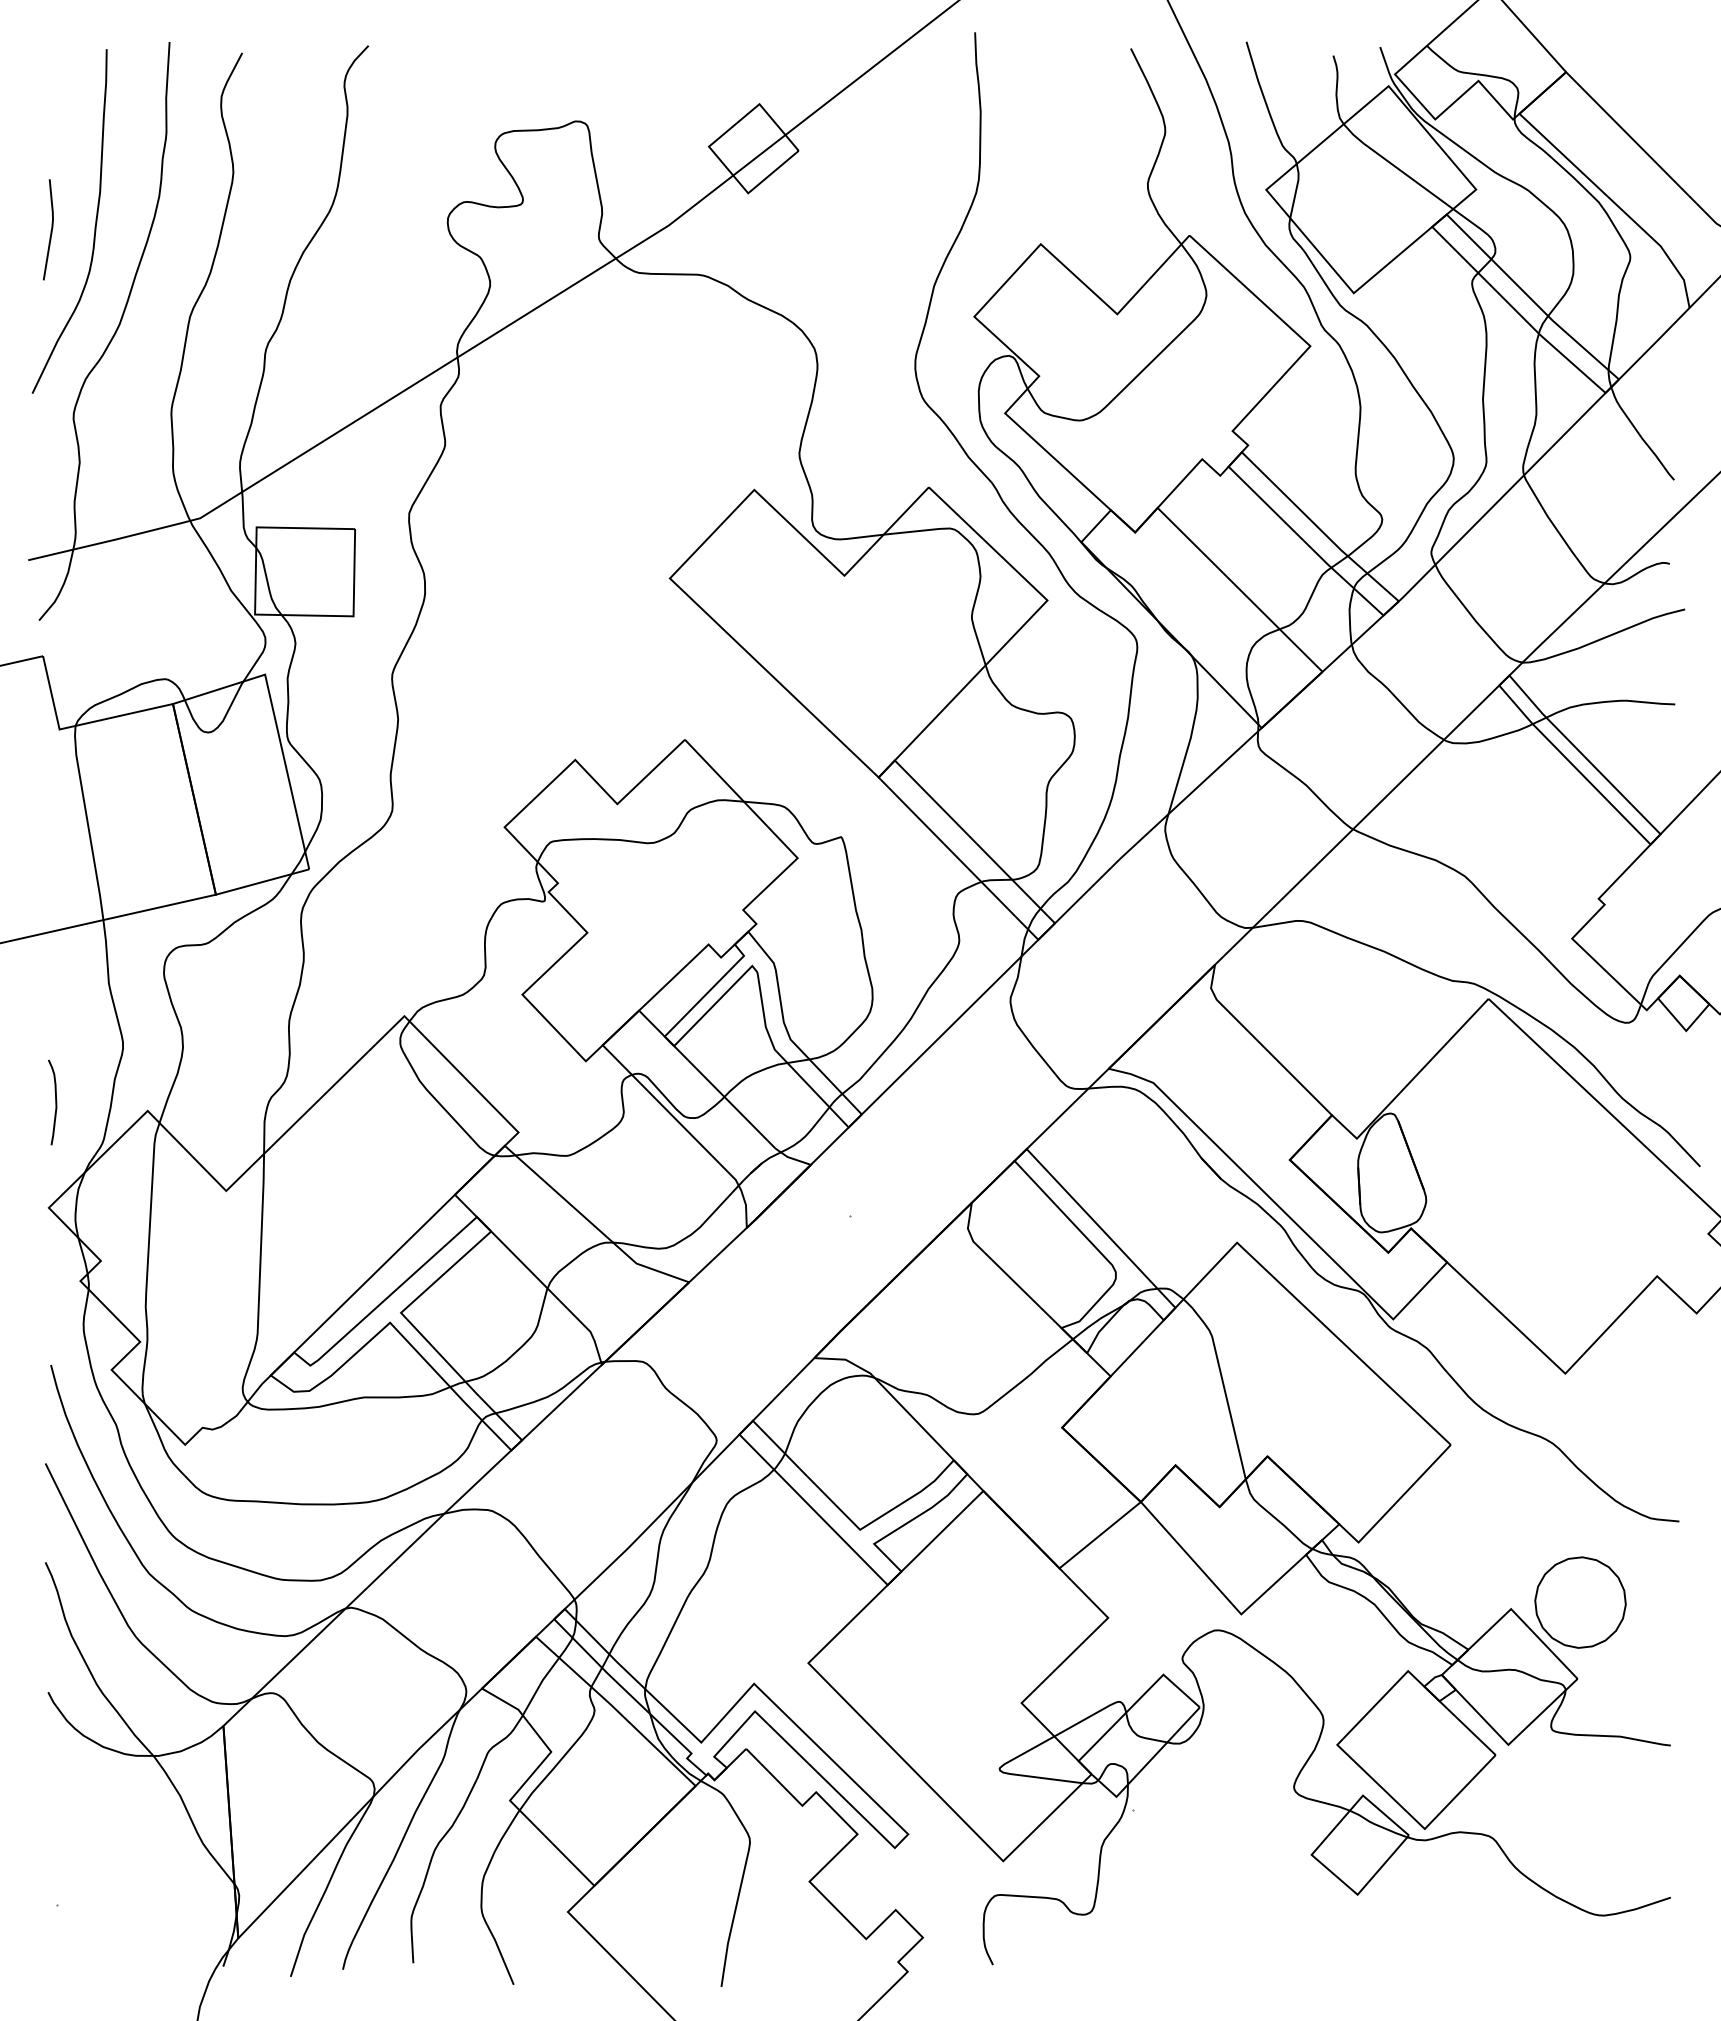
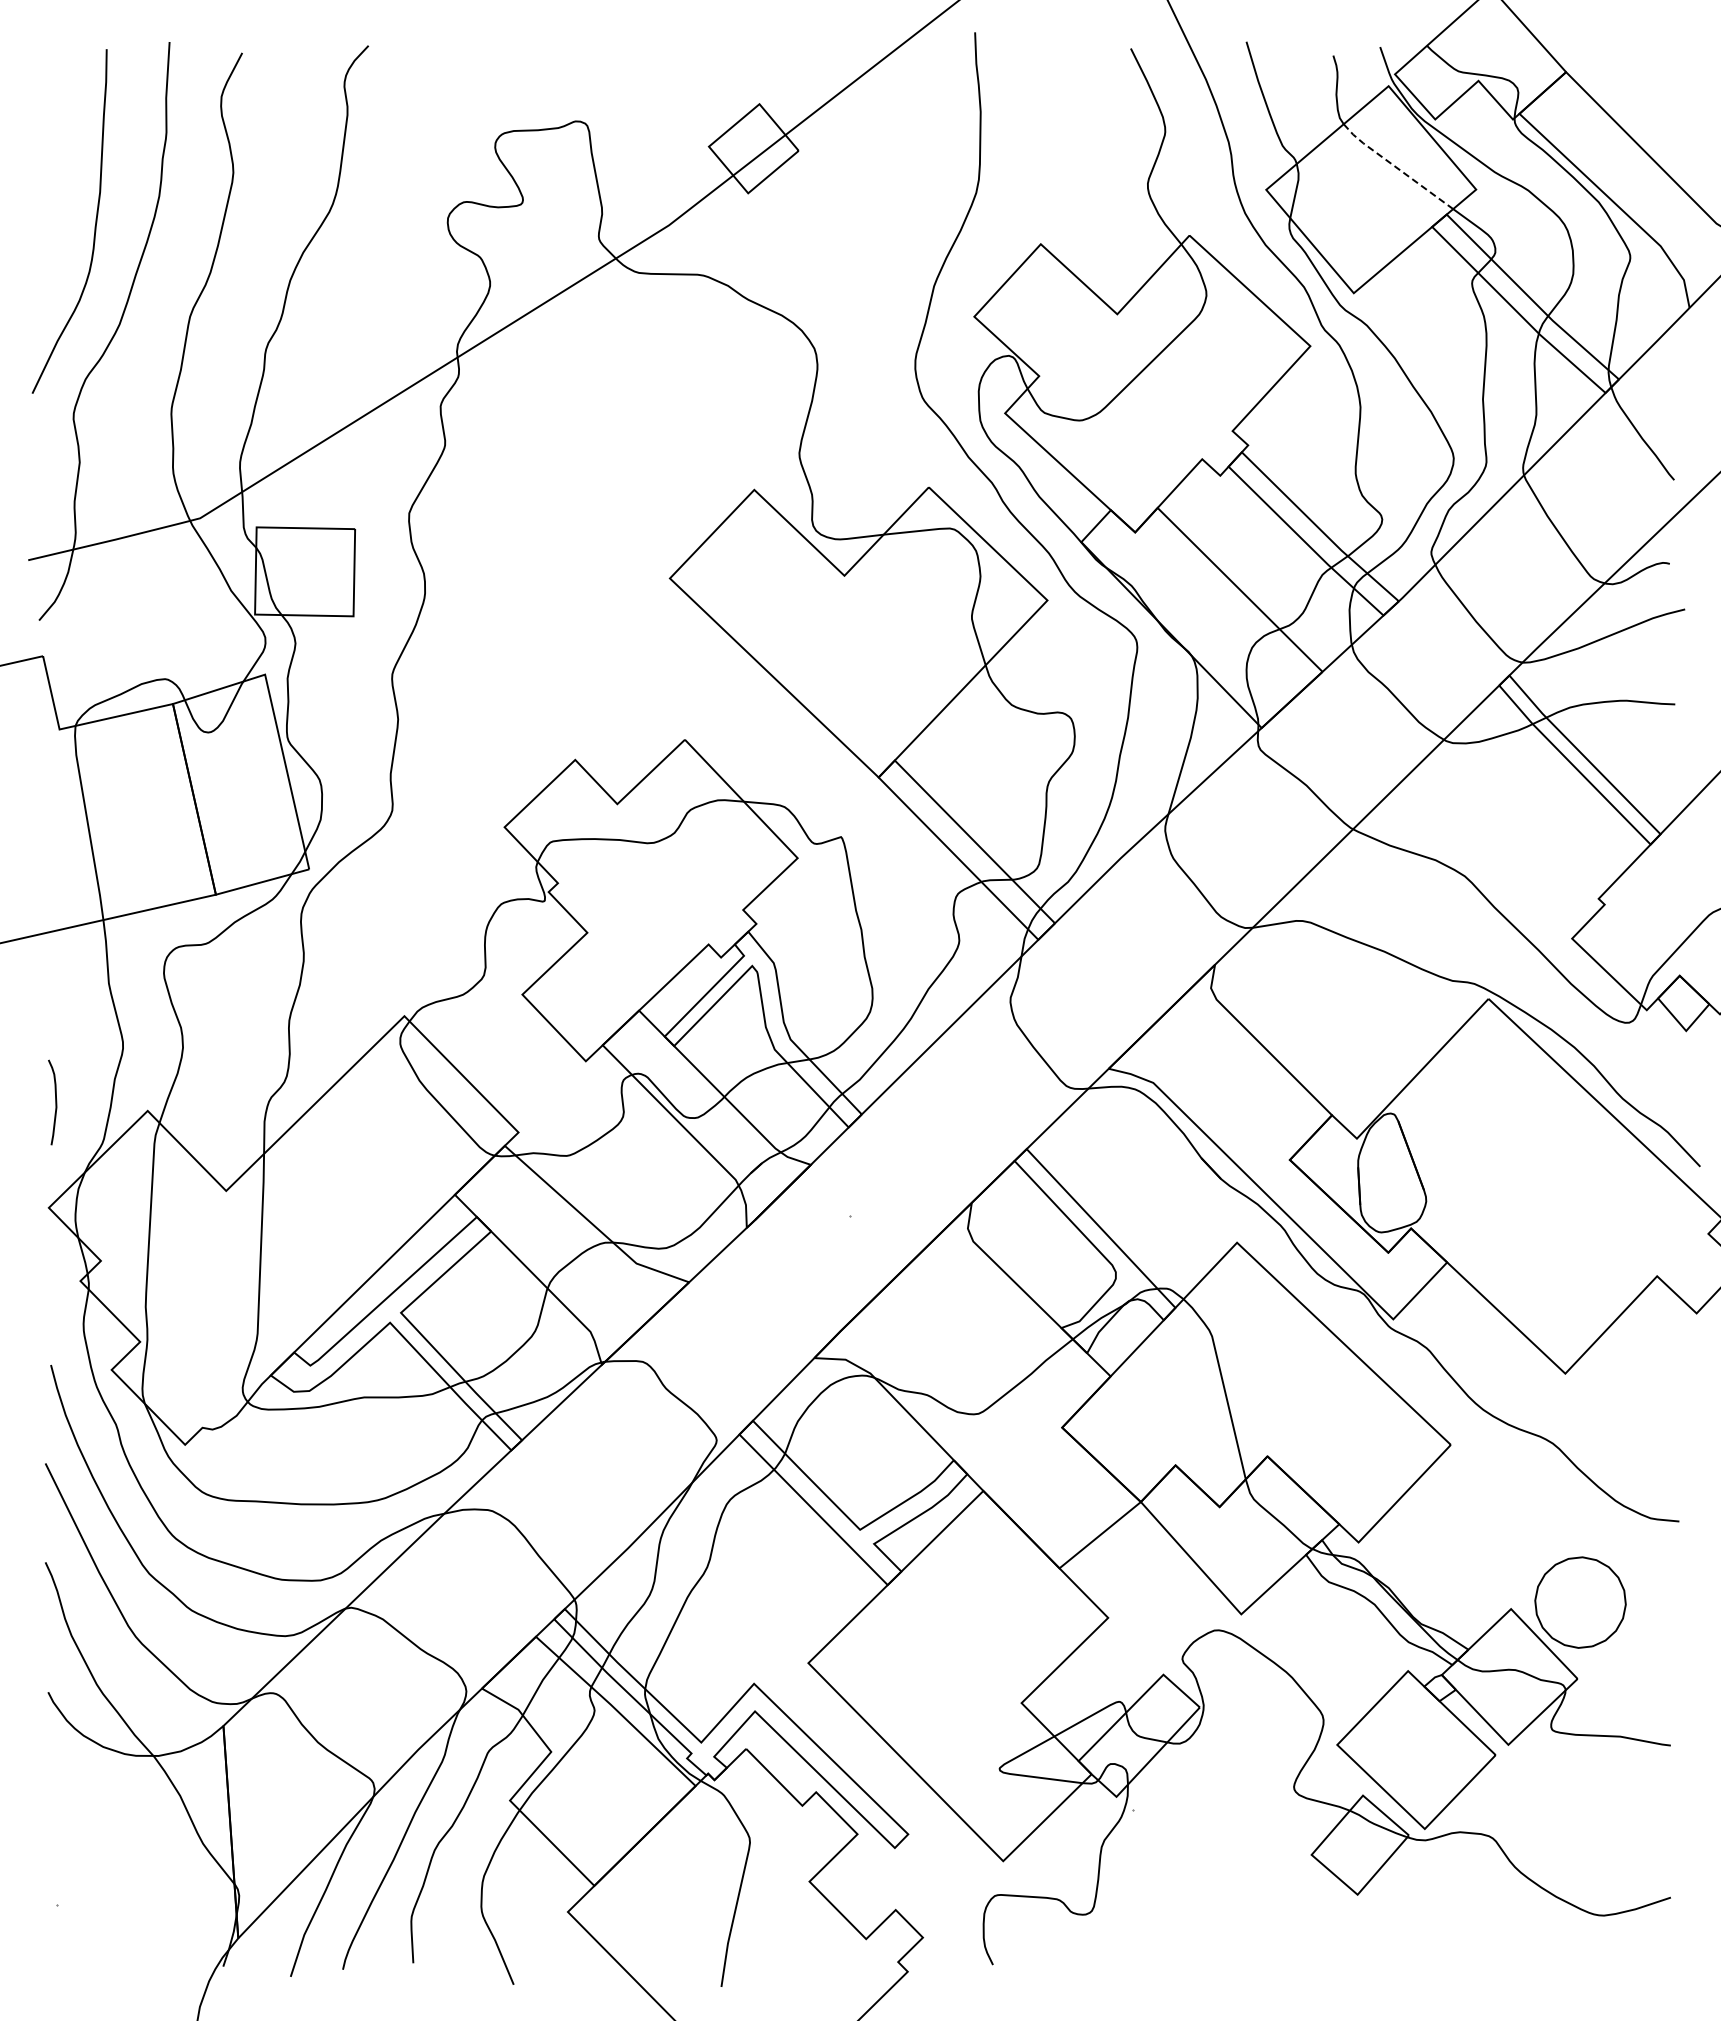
line at (1396, 167): solid -> dashed
line at (50, 230): present -> none
